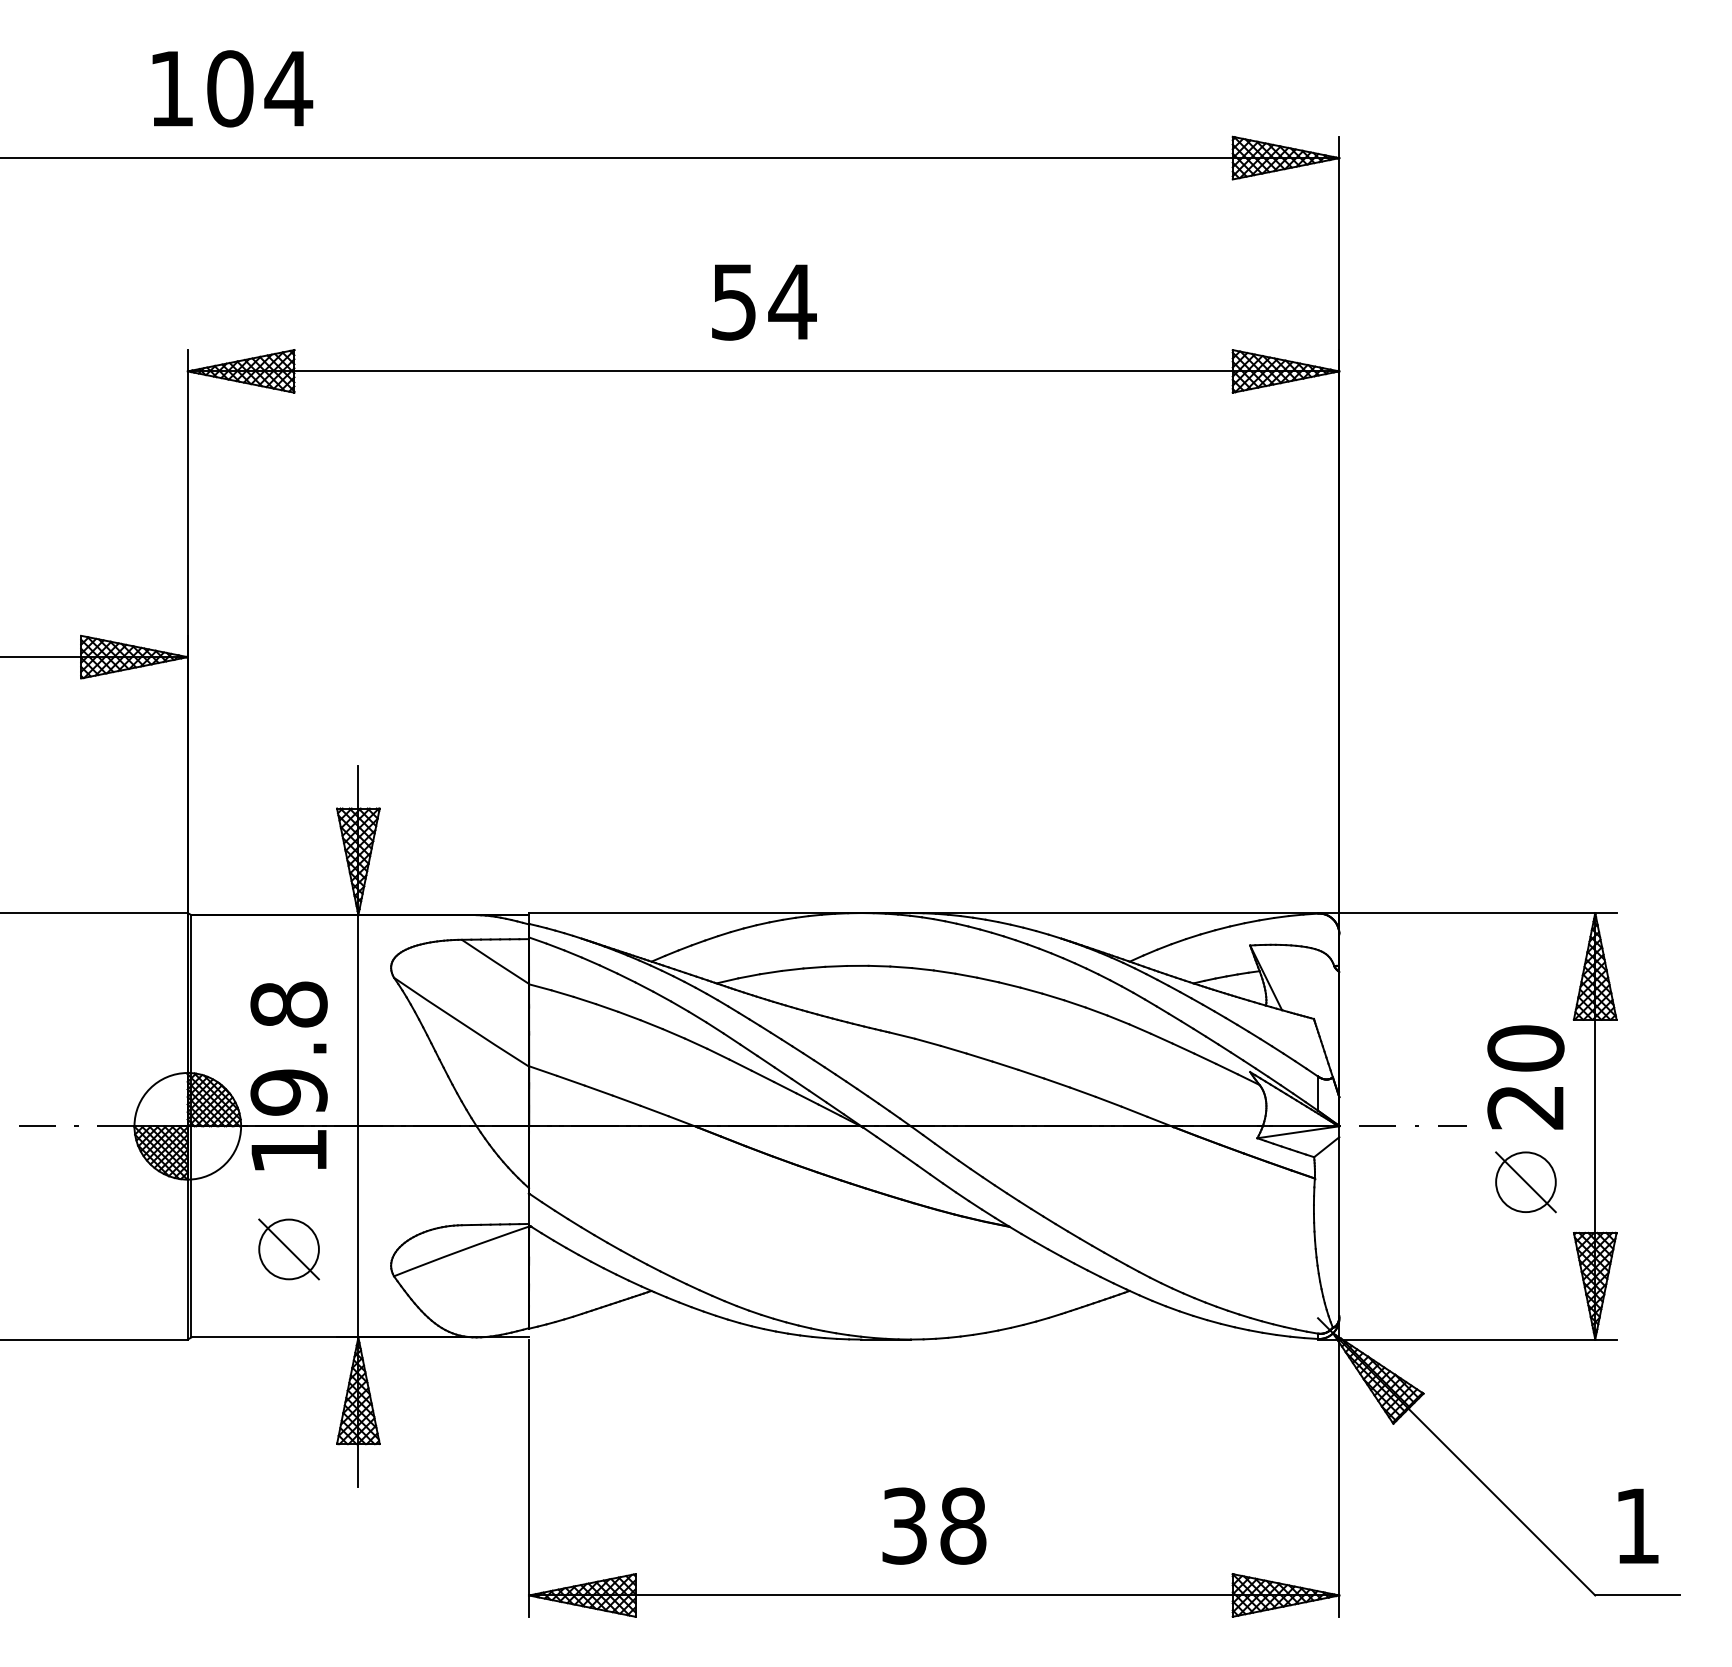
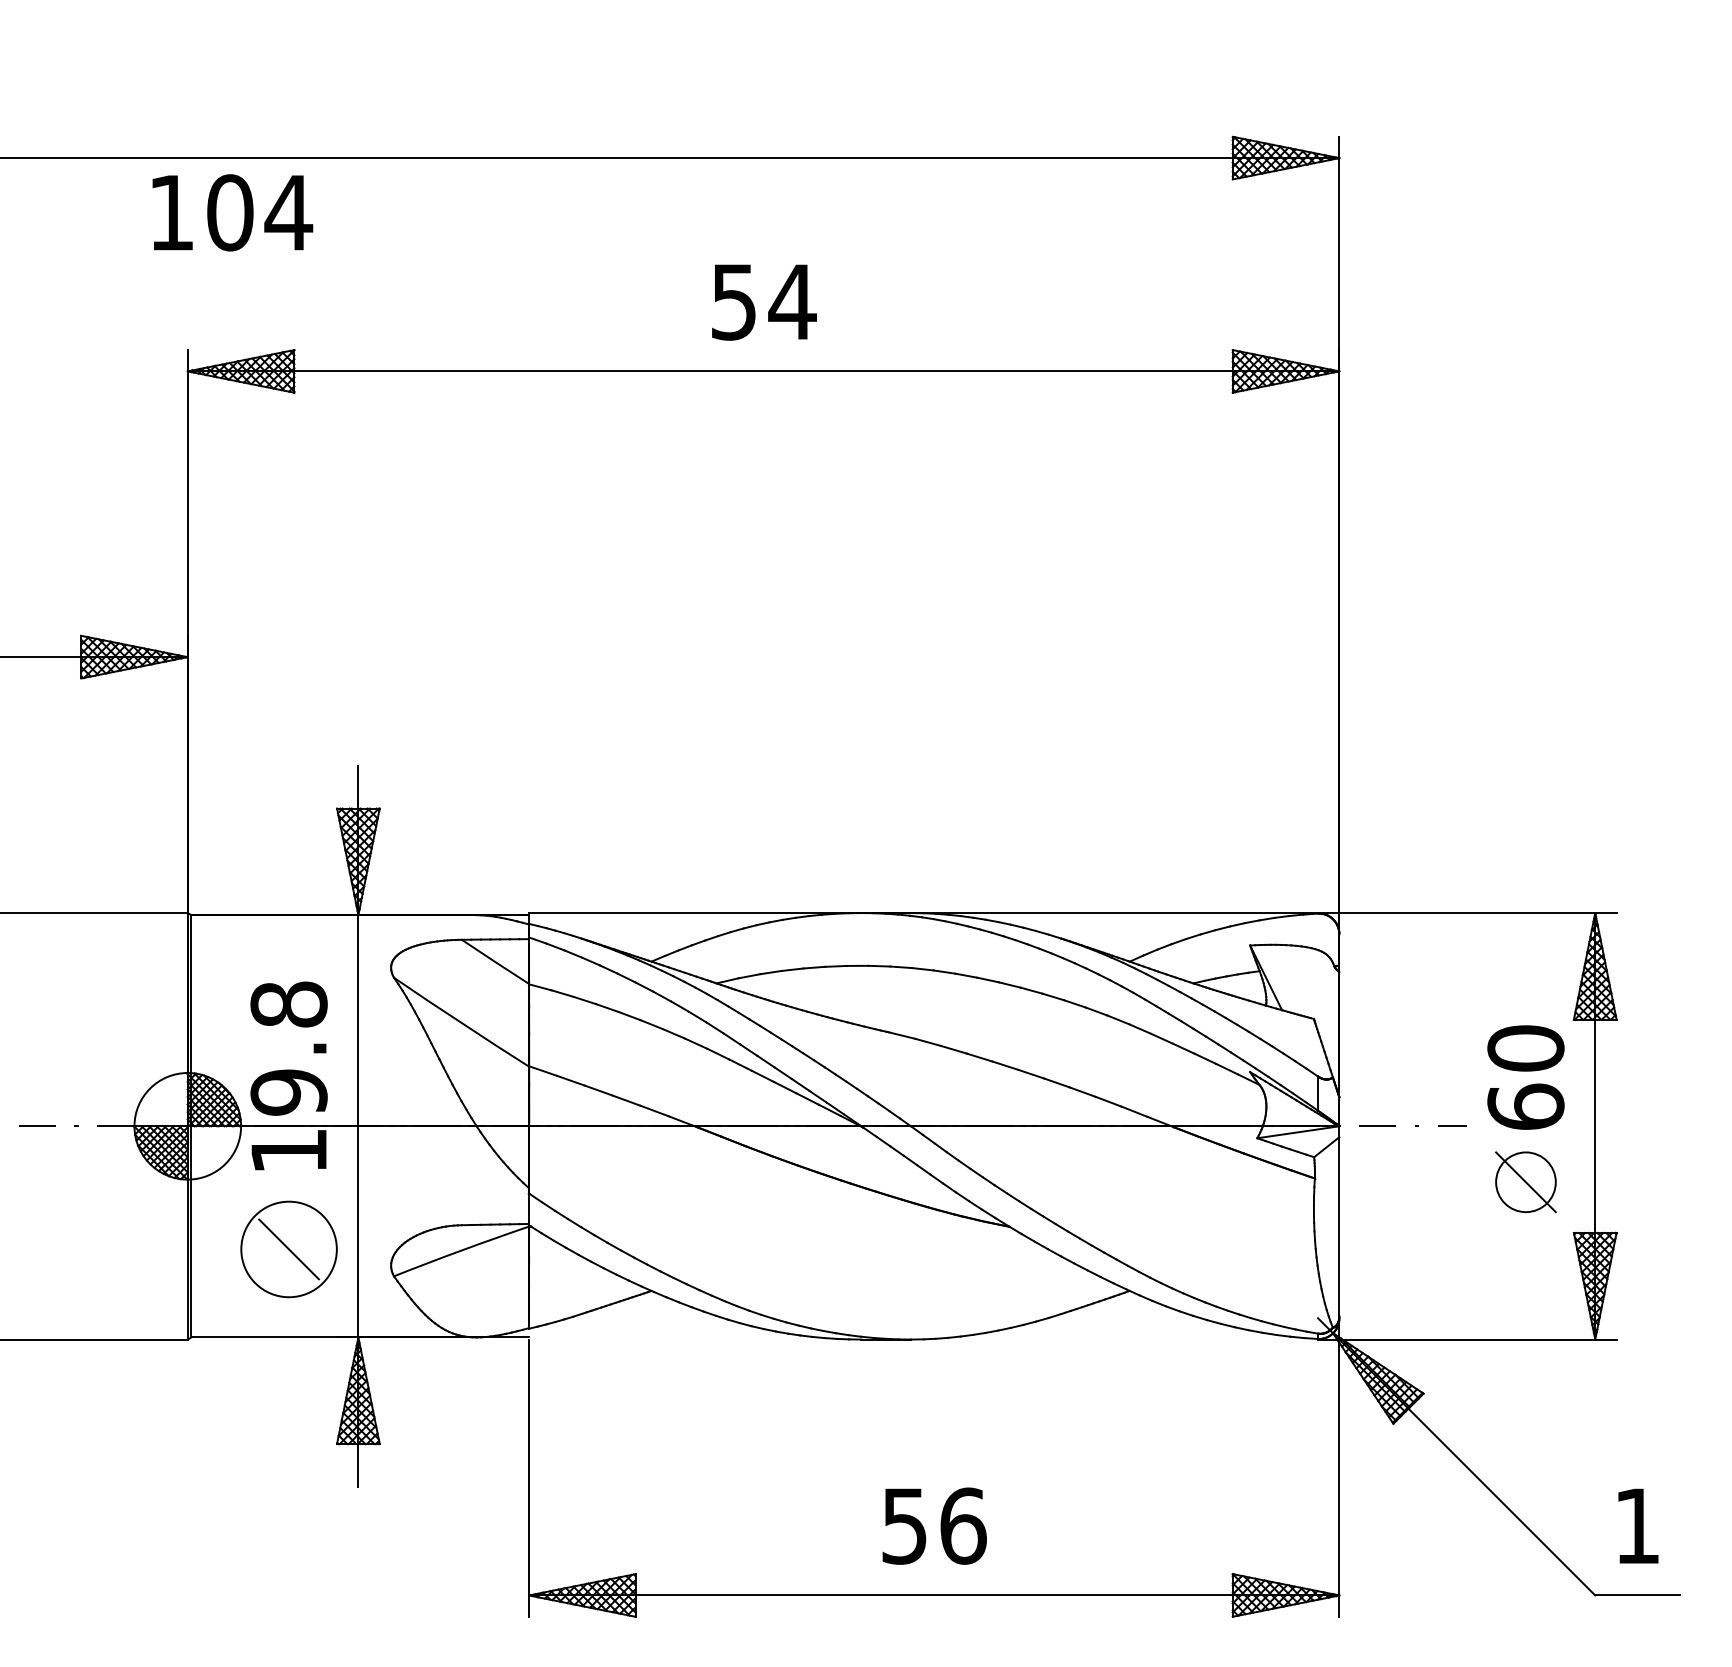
text at (232, 88) position: (232, 88) -> (232, 212)
text at (1525, 1106): 20 -> 60
circle at (288, 1249) diameter: 60 px -> 96 px
text at (934, 1525): 38 -> 56
